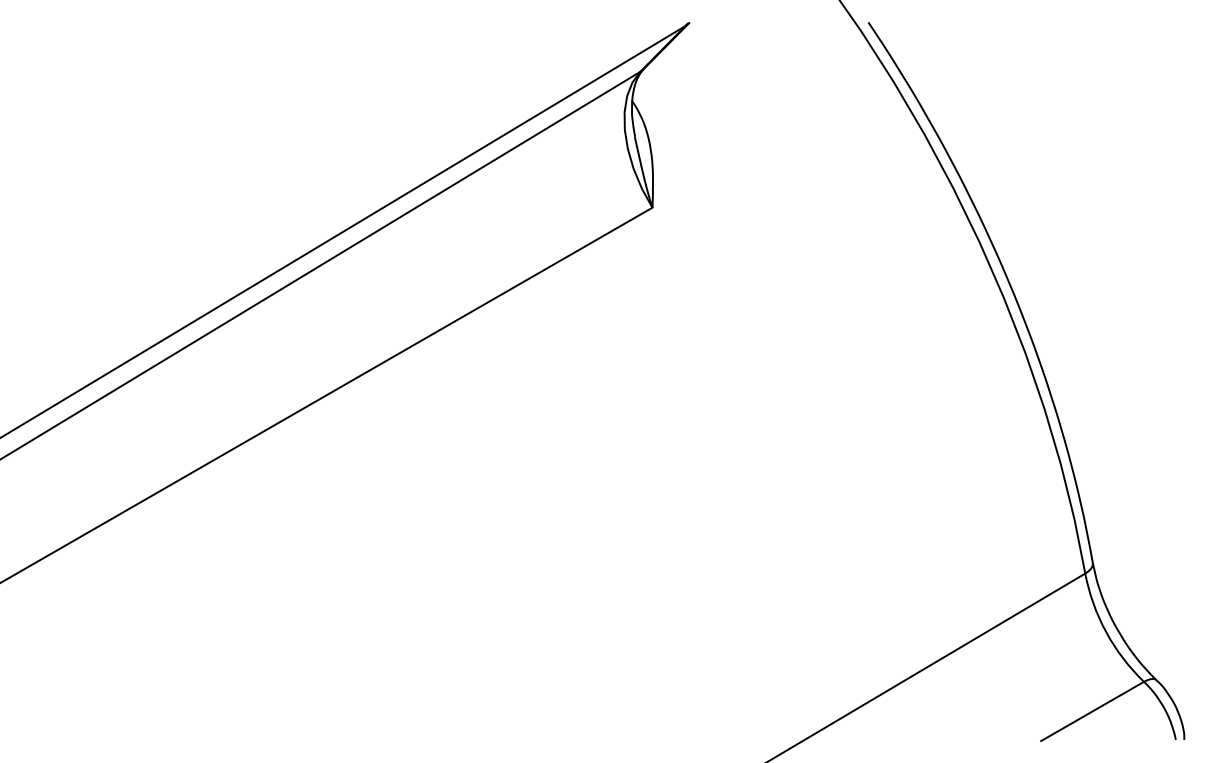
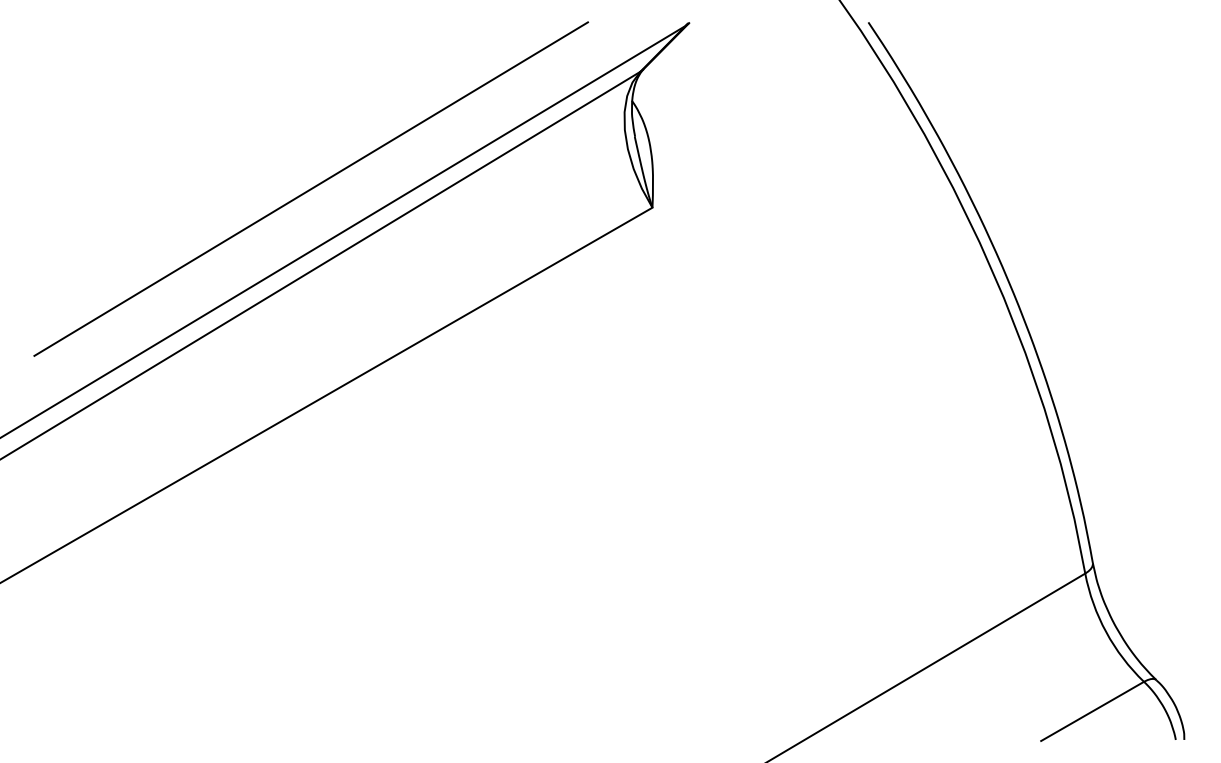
line at (310, 188): none -> present
